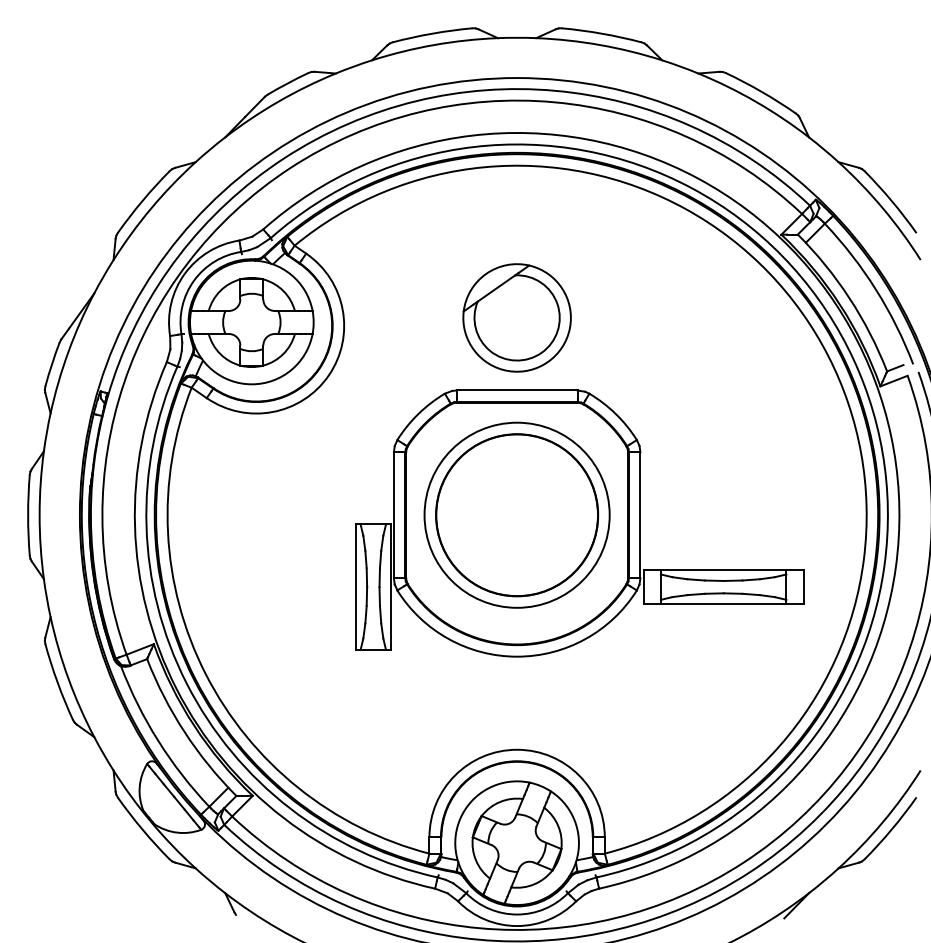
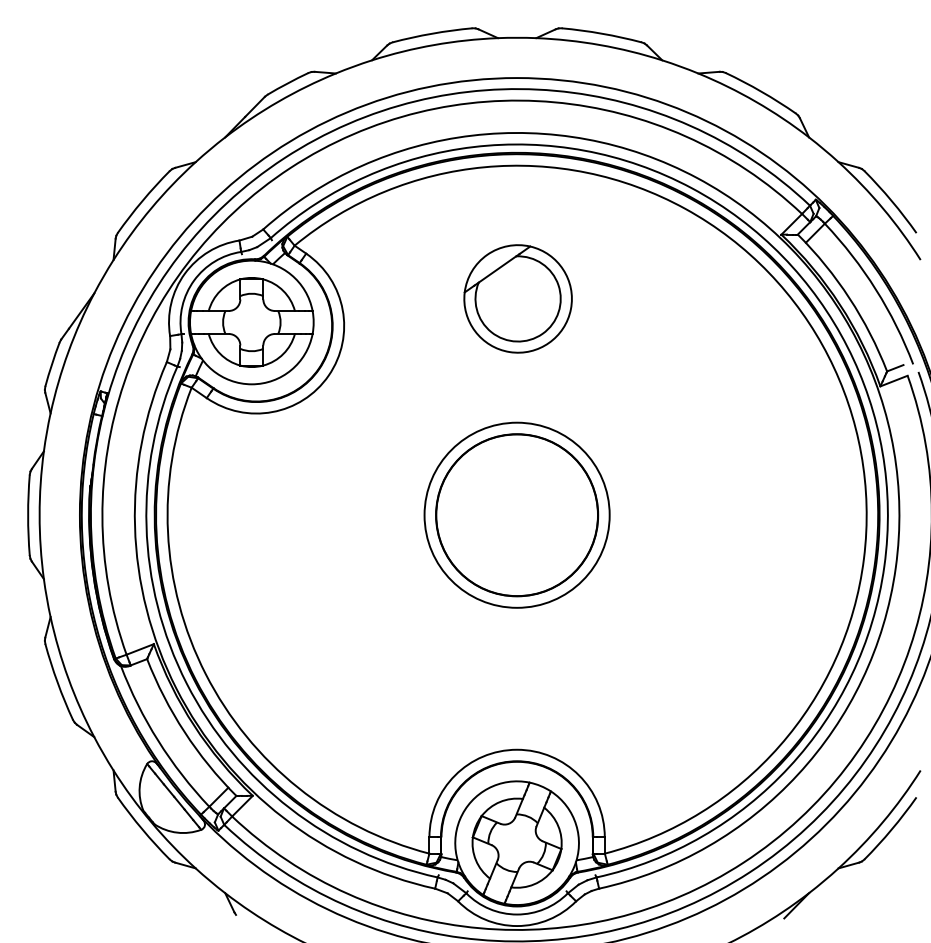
part at (516, 317) position: (516, 317) -> (517, 298)
part at (579, 523): present -> none
